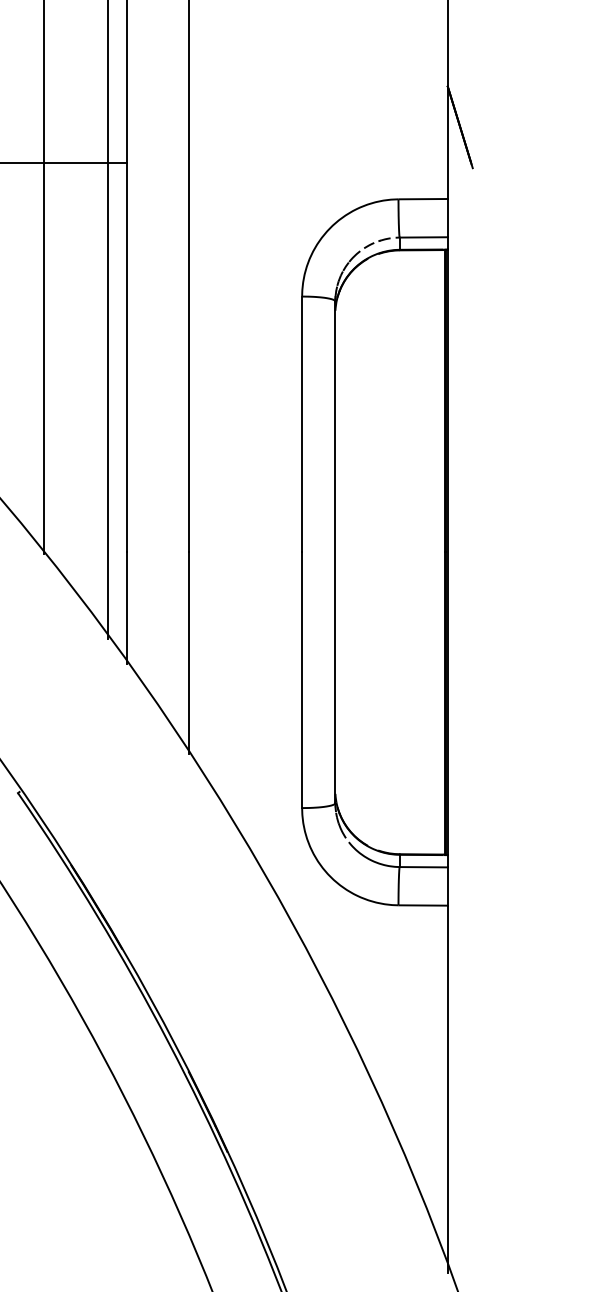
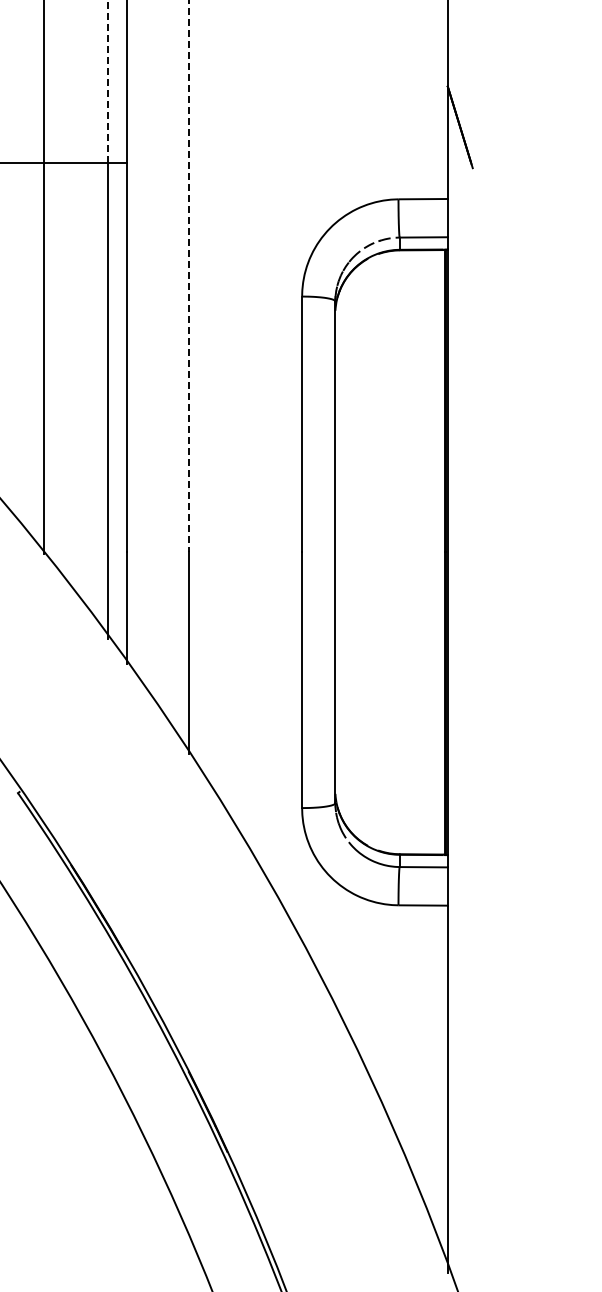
line at (107, 80): solid -> dashed
line at (188, 276): solid -> dashed
